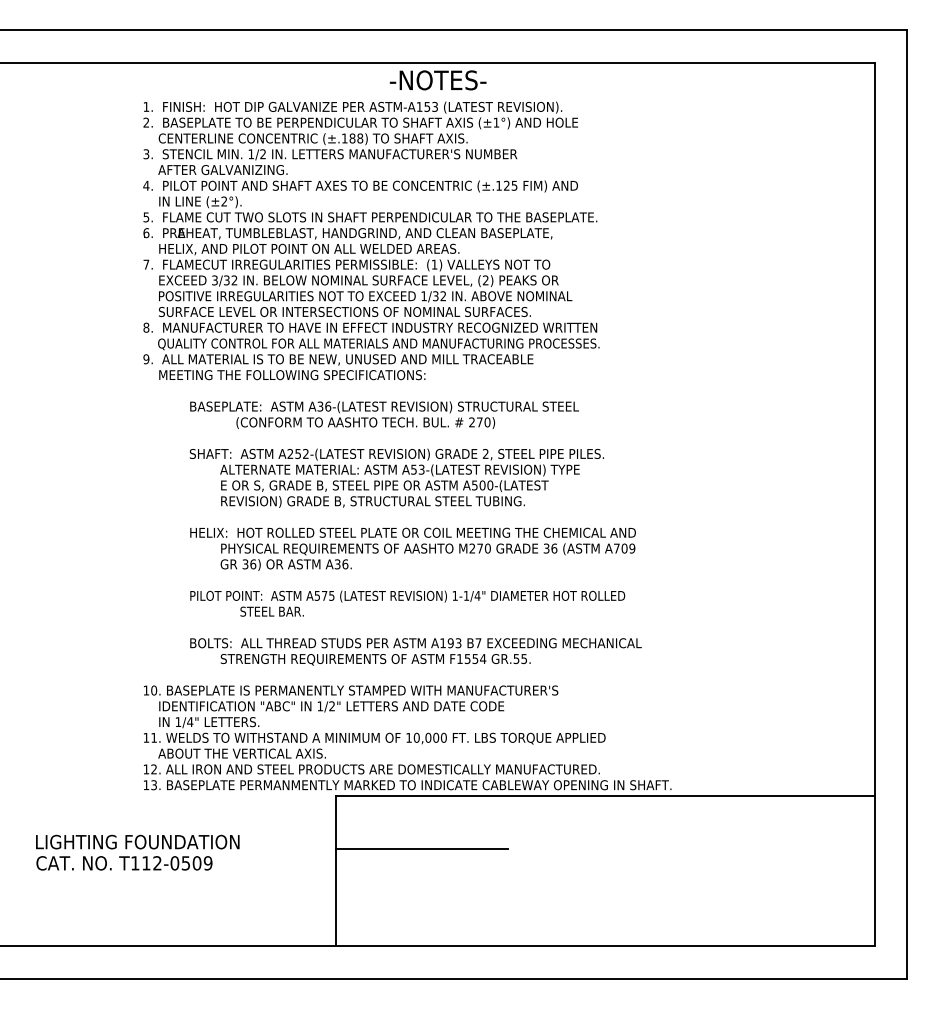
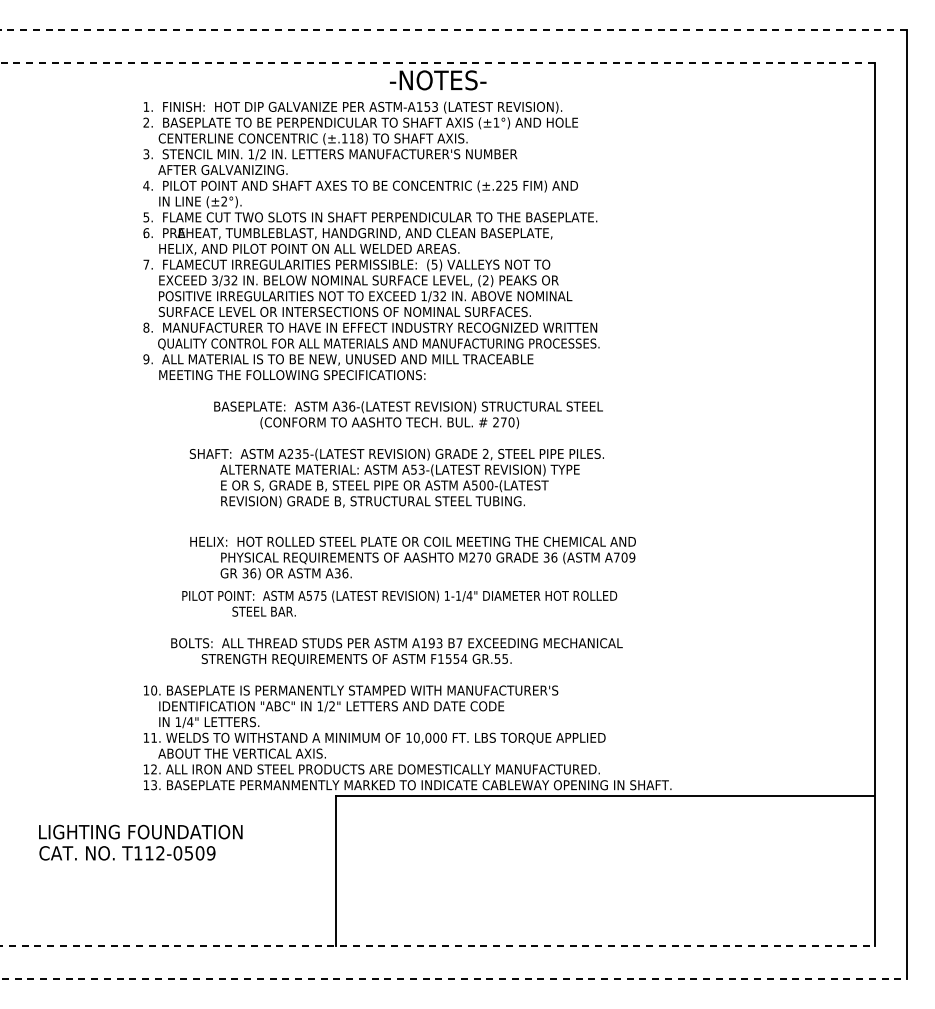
line at (453, 30): solid -> dashed
line at (436, 62): solid -> dashed
text at (352, 138): (±.188) -> (±.118)
text at (498, 185): (±.125 -> (±.225
text at (434, 264): (1) -> (5)
text at (384, 414) position: (384, 414) -> (408, 414)
text at (301, 453): A252-(LATEST -> A235-(LATEST
text at (412, 548) position: (412, 548) -> (412, 557)
text at (407, 603) position: (407, 603) -> (399, 603)
text at (415, 651) position: (415, 651) -> (396, 651)
line at (421, 849): present -> none
text at (137, 852) position: (137, 852) -> (140, 842)
line at (437, 946): solid -> dashed
line at (453, 978): solid -> dashed
